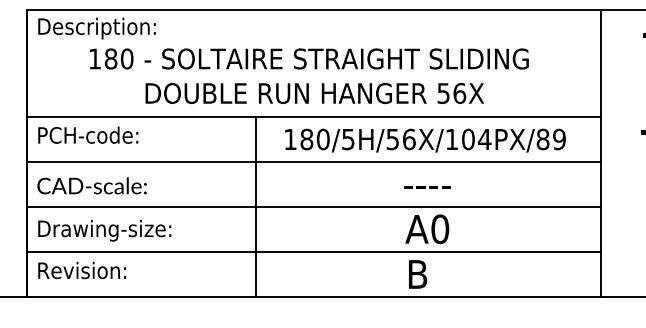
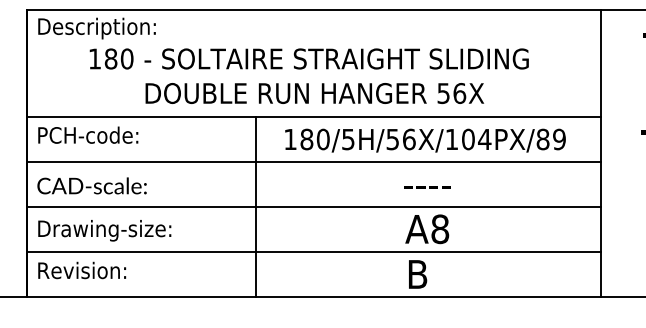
text at (440, 228): A0 -> A8
